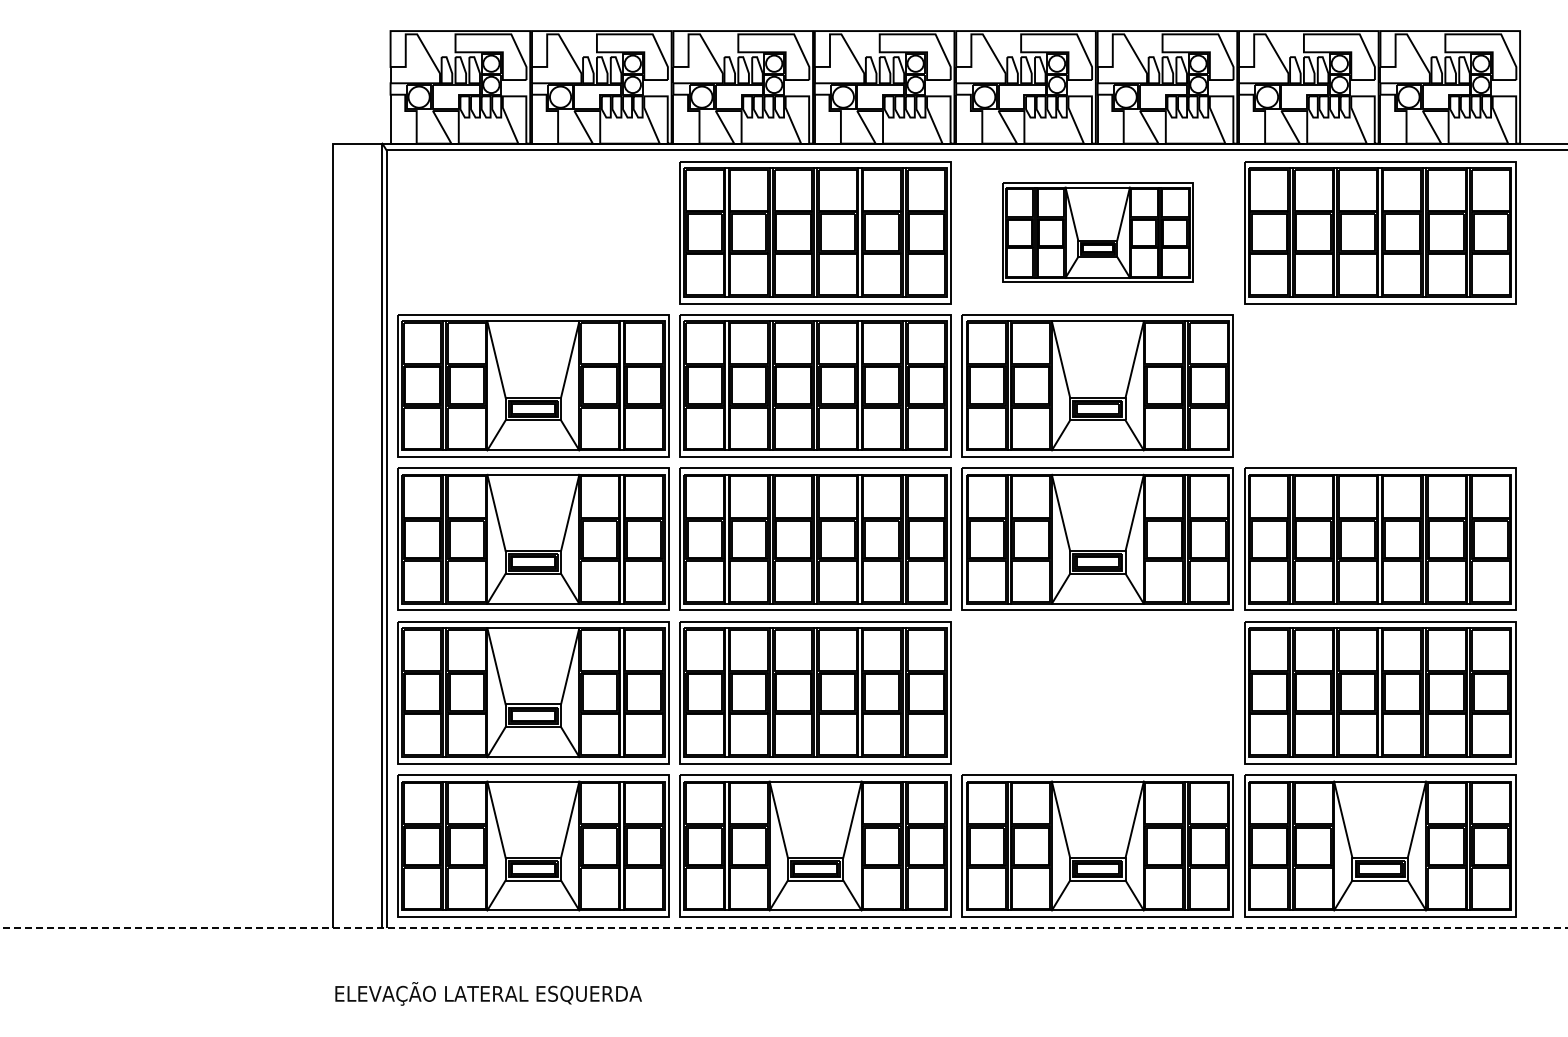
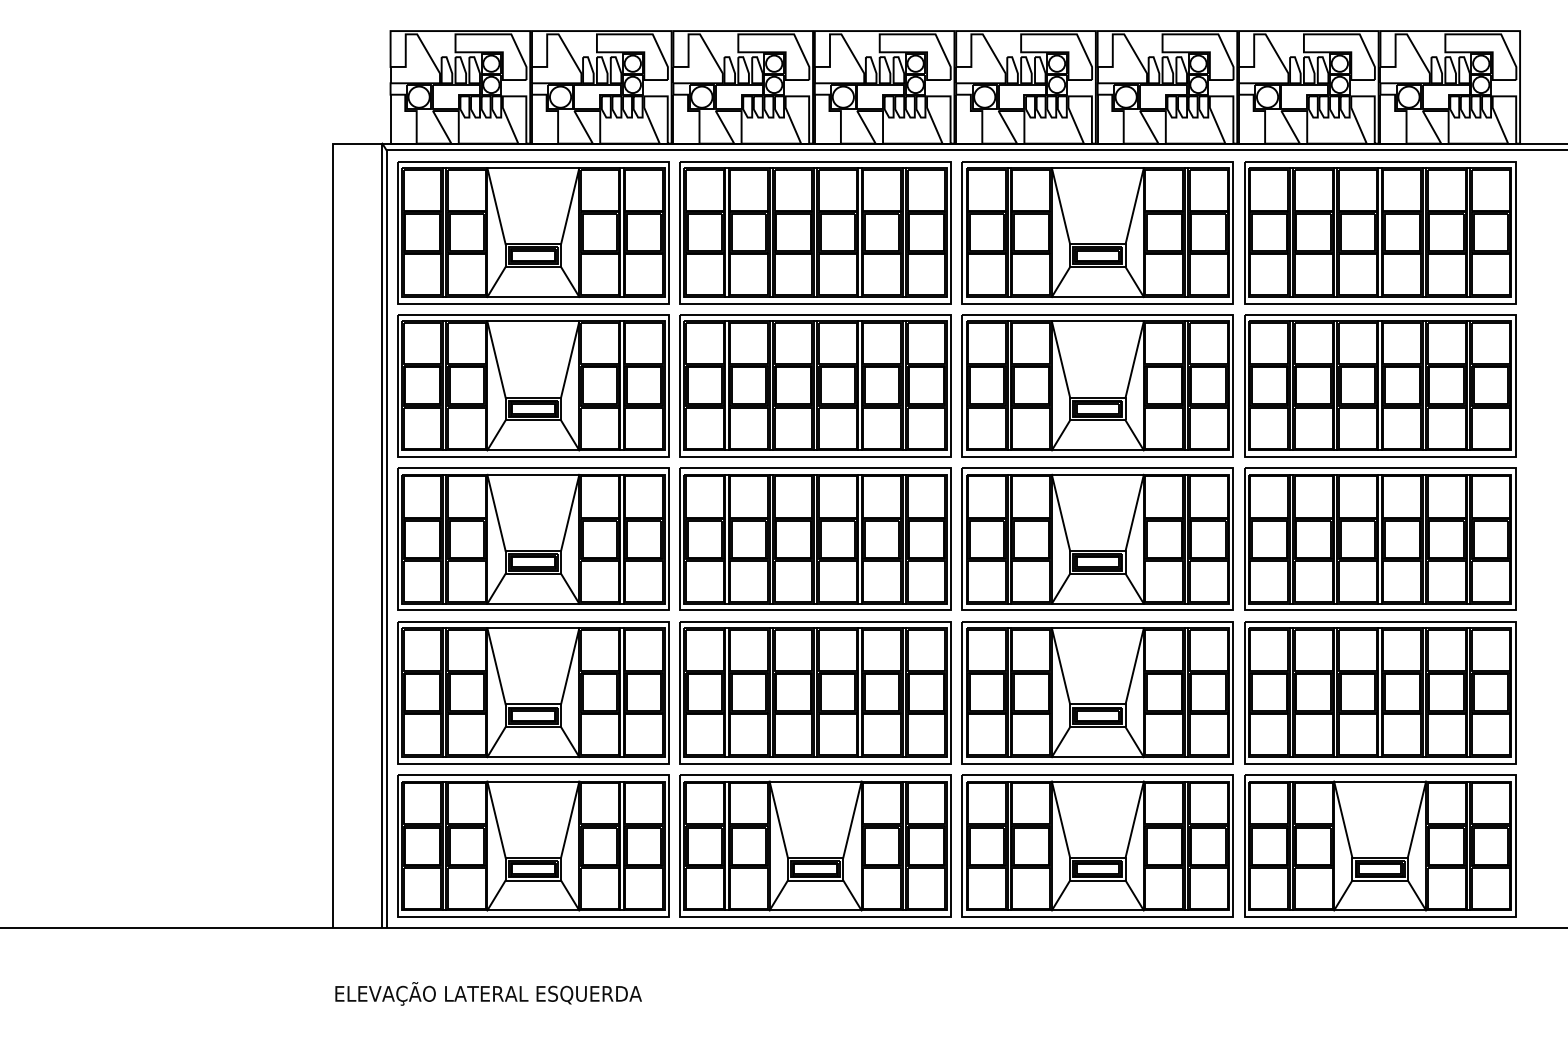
part at (533, 232): none -> present
part at (1097, 232) size: 192x101 px -> 273x144 px
part at (1380, 385): none -> present
part at (1097, 692): none -> present
line at (783, 928): dashed -> solid
